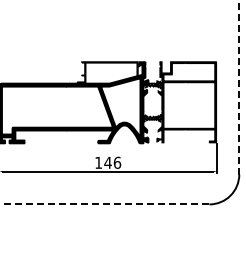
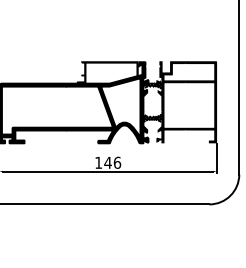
line at (239, 87): dashed -> solid
line at (104, 204): dashed -> solid
